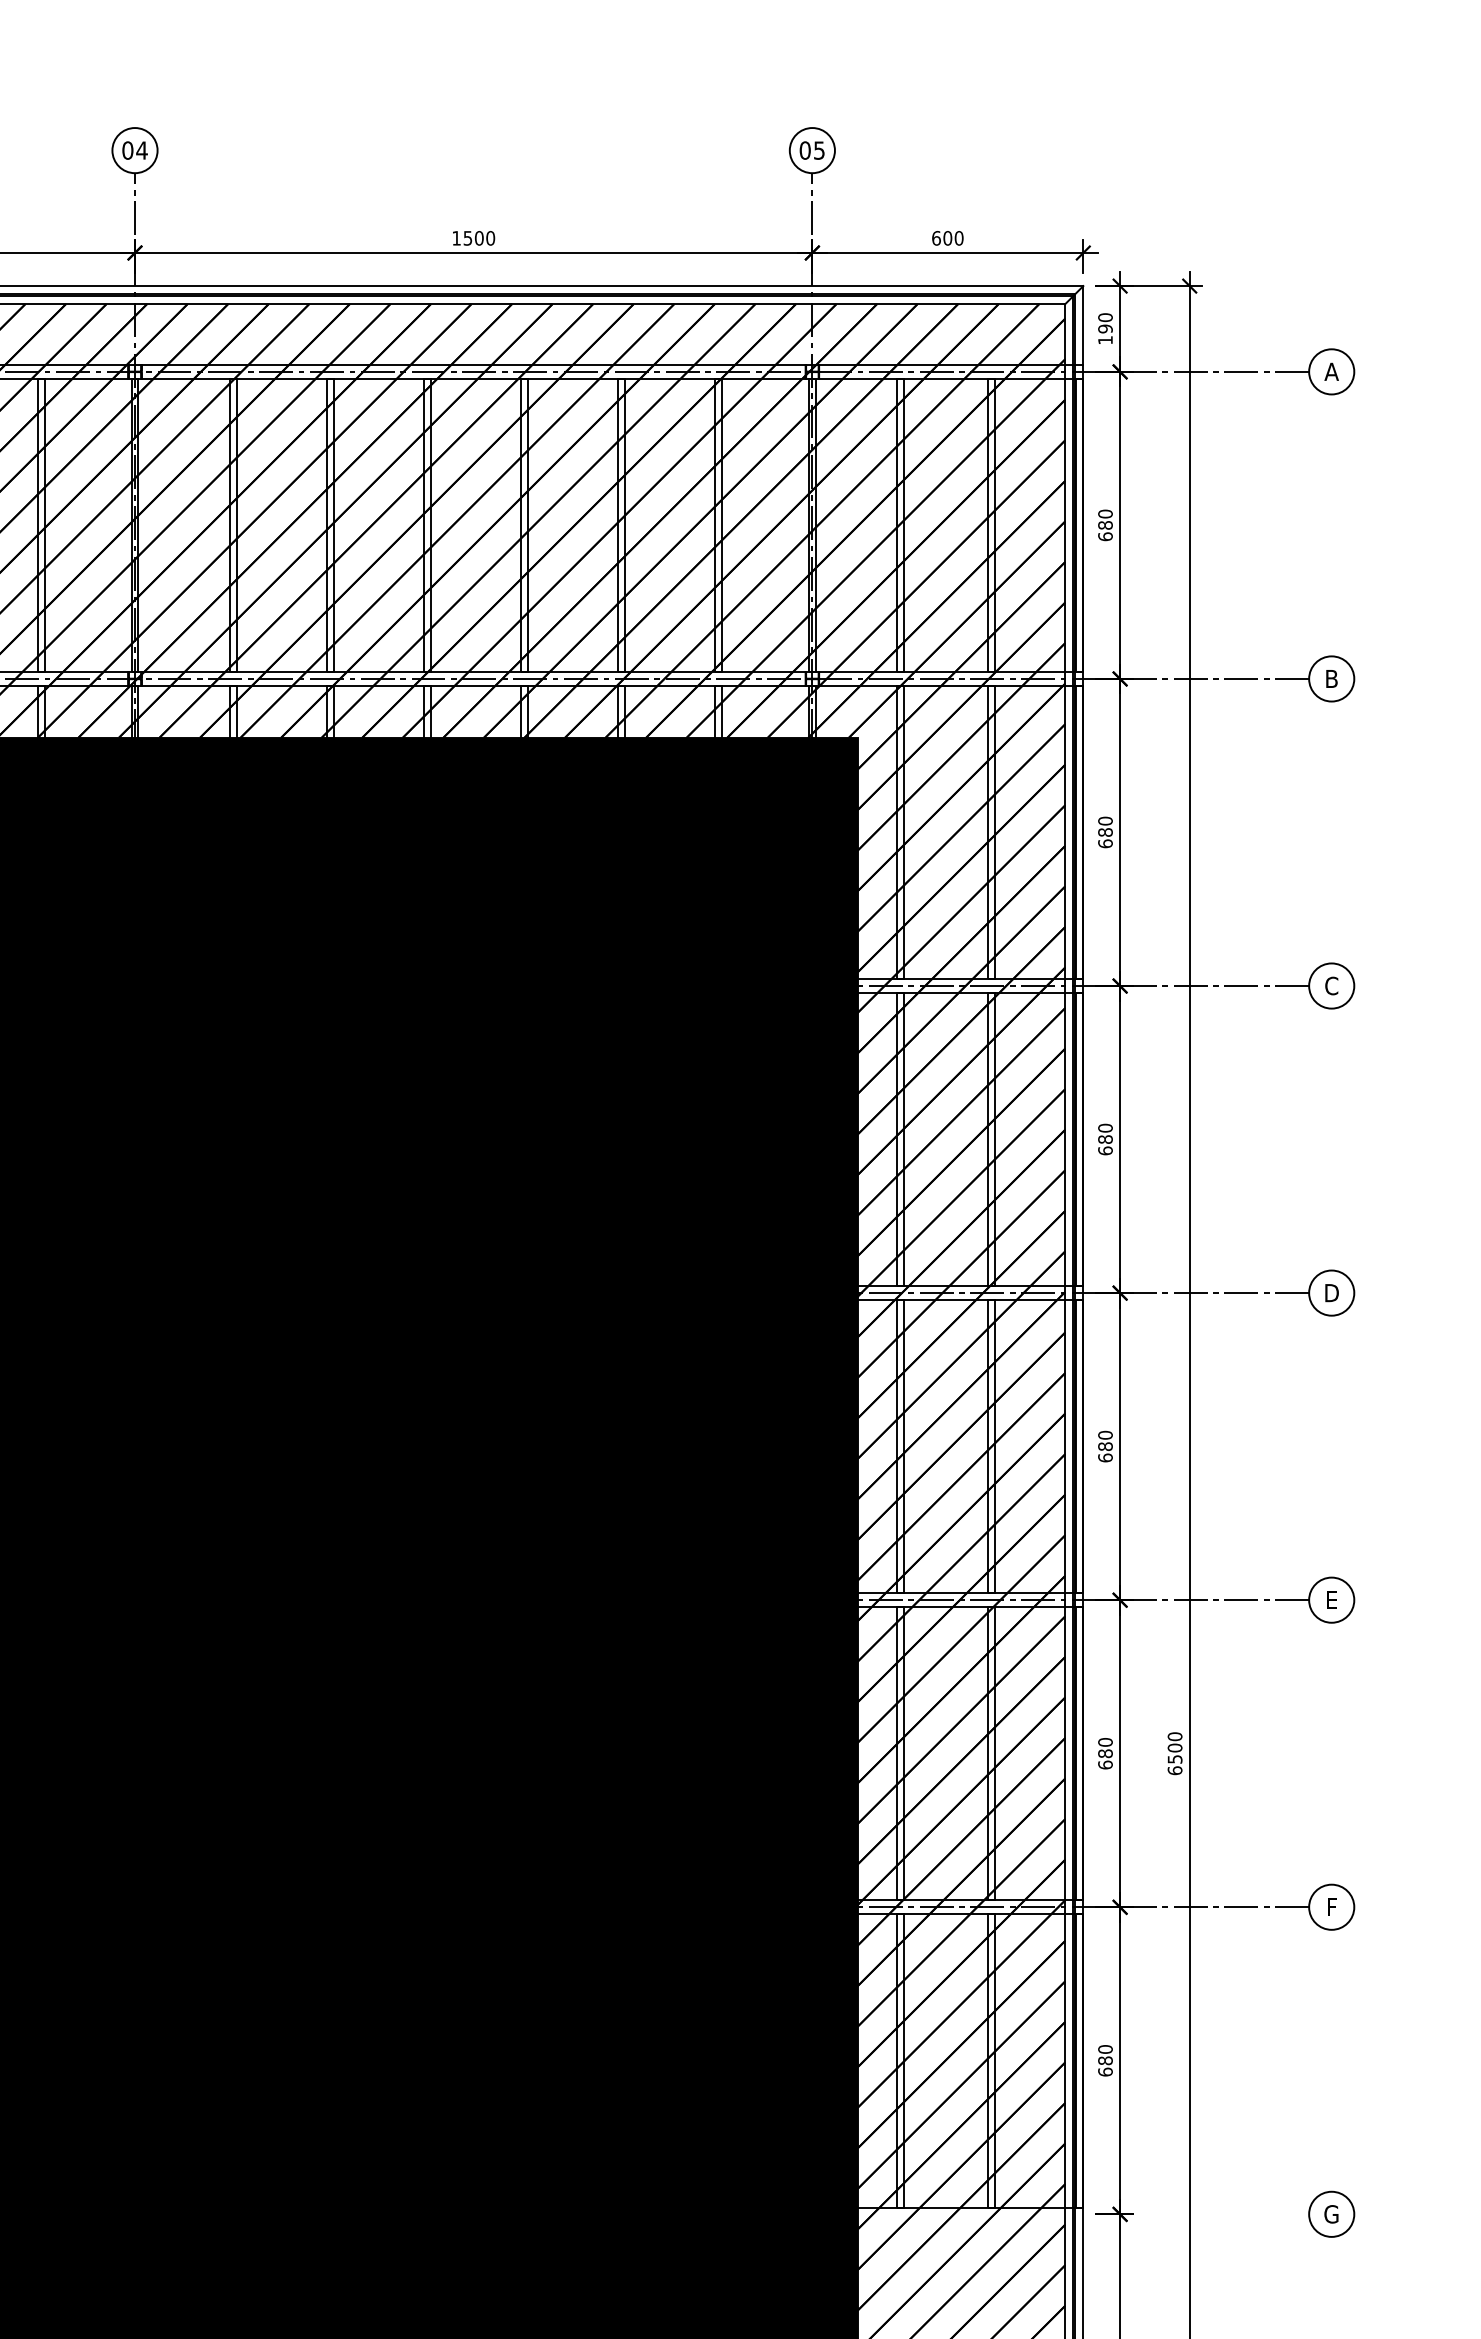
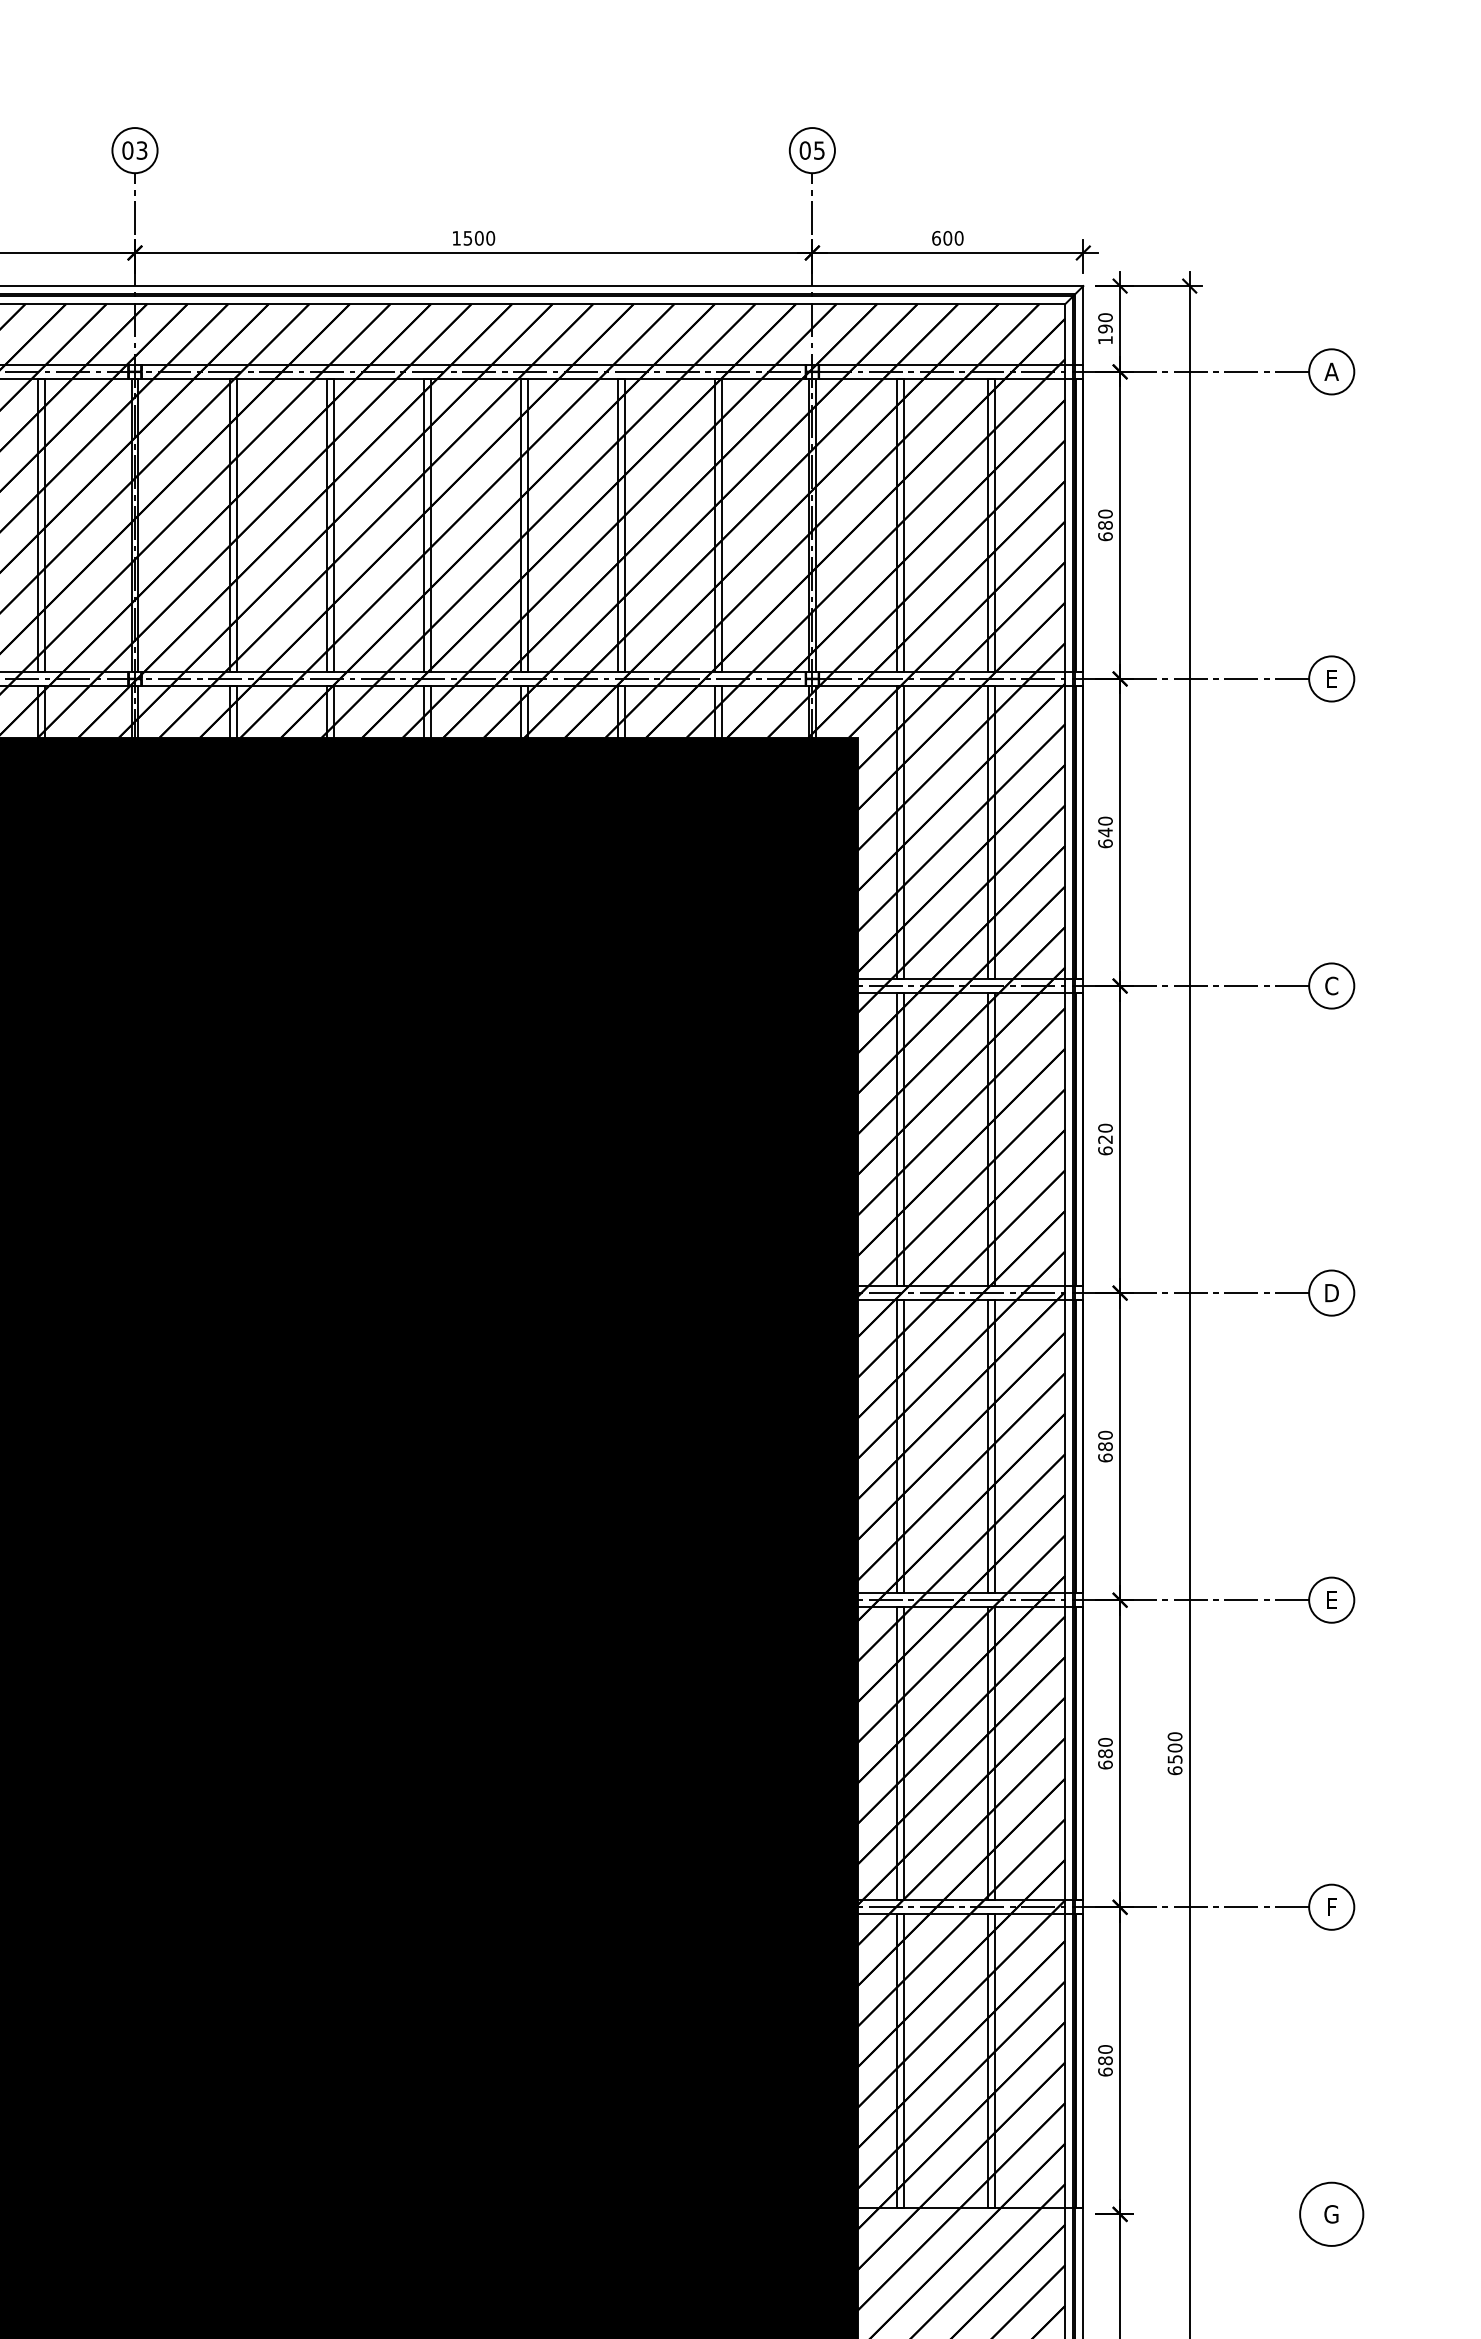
text at (141, 150): 04 -> 03
text at (1331, 678): B -> E
text at (1105, 832): 680 -> 640
text at (1105, 1139): 680 -> 620
circle at (1331, 2213) diameter: 45 px -> 63 px
